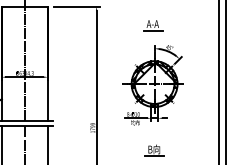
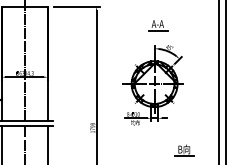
part at (153, 25) position: (153, 25) -> (158, 25)
part at (154, 150) position: (154, 150) -> (184, 150)
